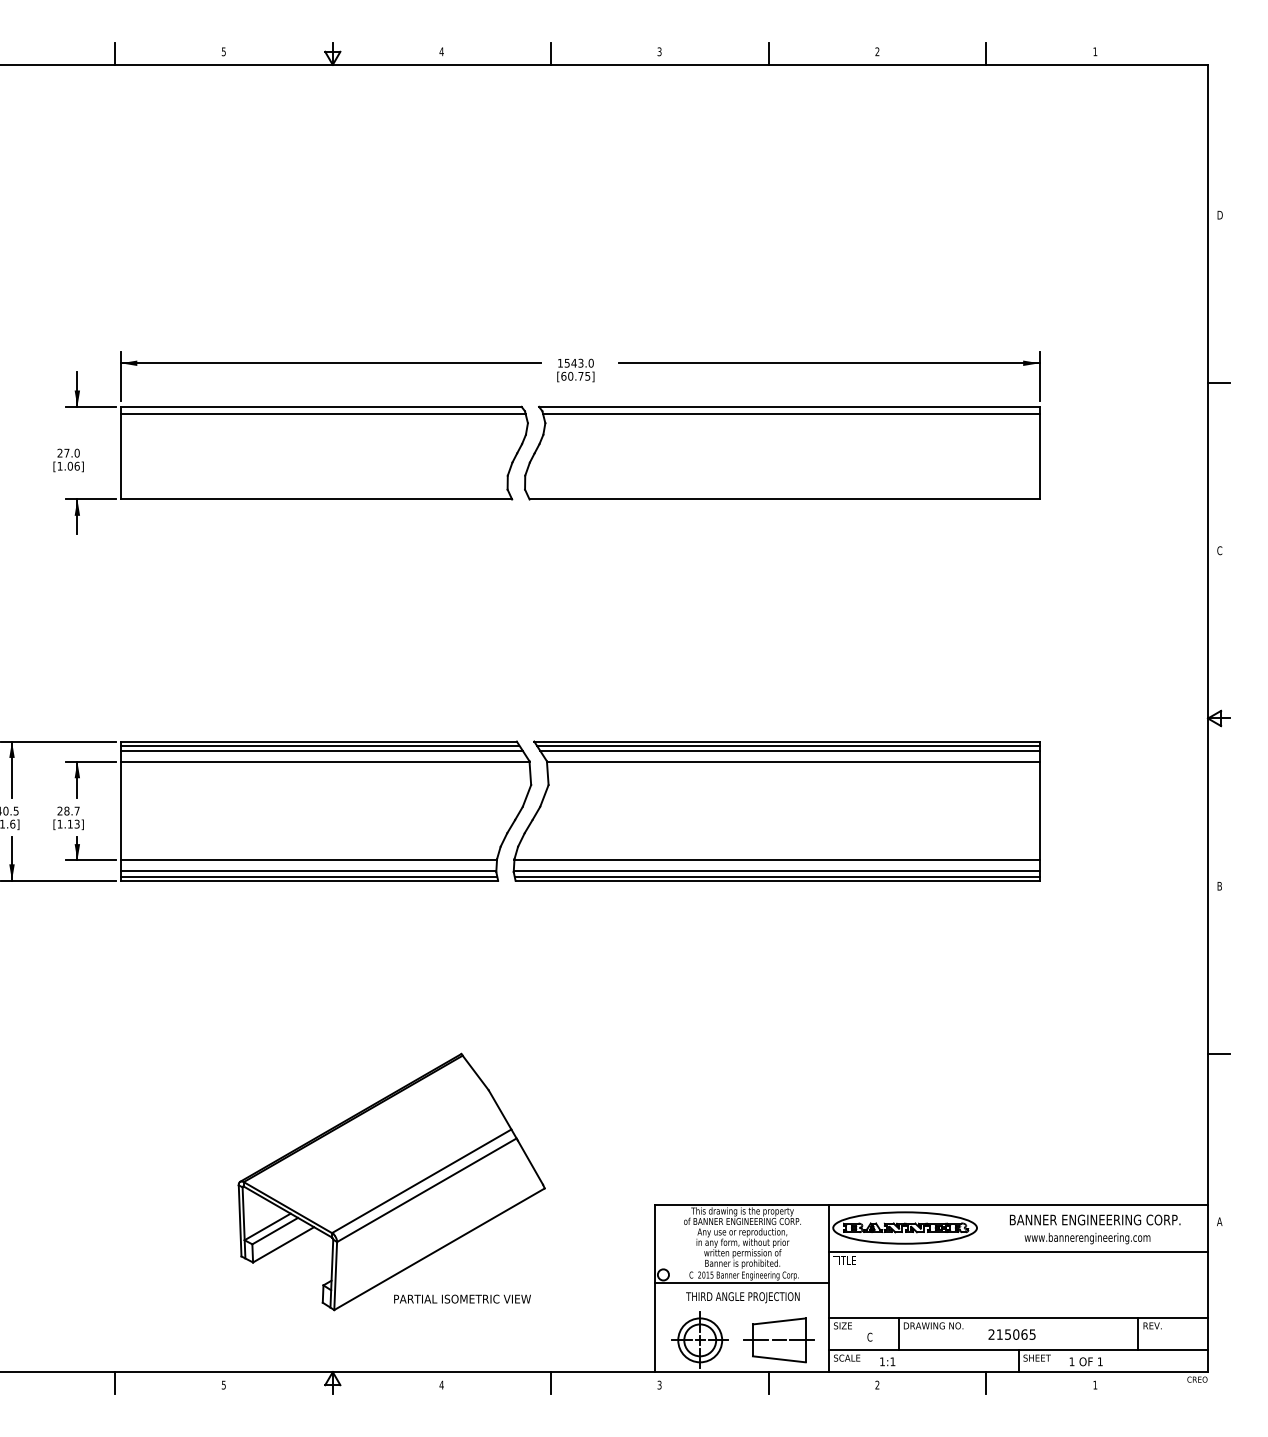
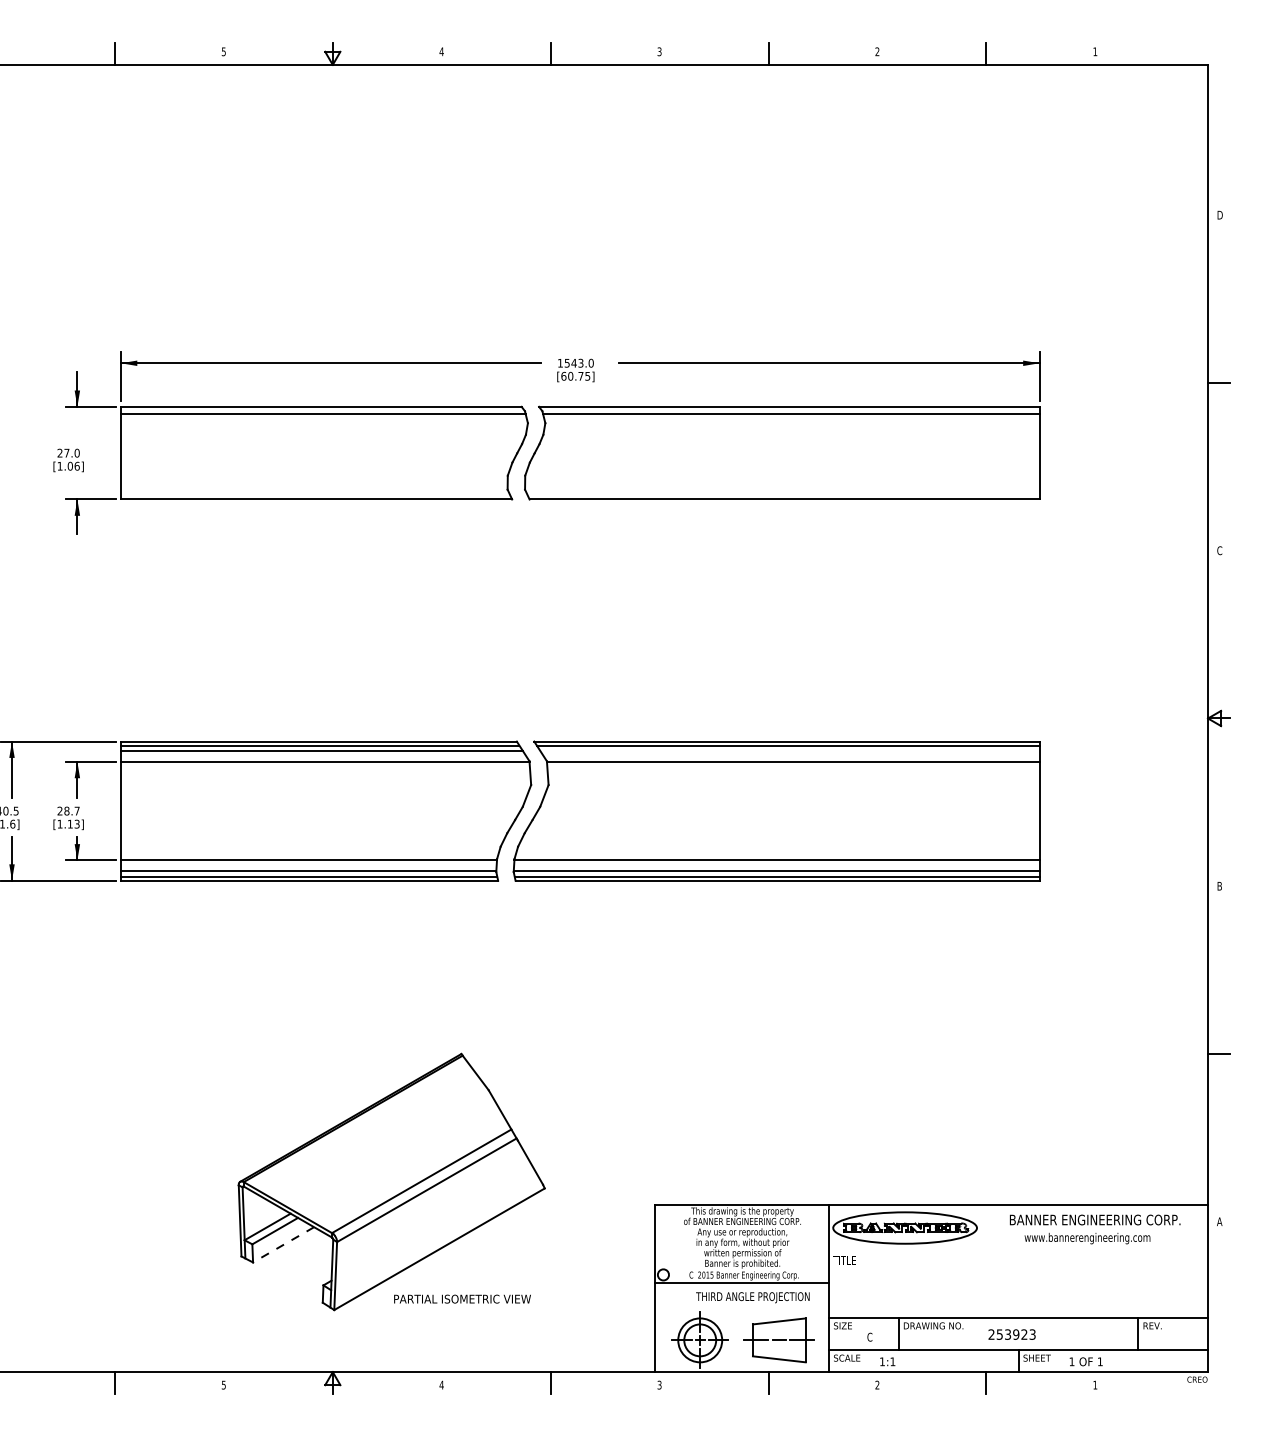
line at (789, 751): present -> none
line at (283, 1245): solid -> dashed
line at (1018, 1251): present -> none
text at (742, 1297) position: (742, 1297) -> (752, 1297)
text at (1015, 1334): 215065 -> 253923
